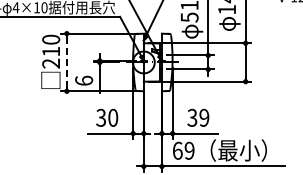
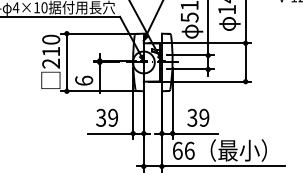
line at (66, 62): dashed -> solid
text at (113, 117): 30 -> 39
text at (189, 150): 69 -> 66
